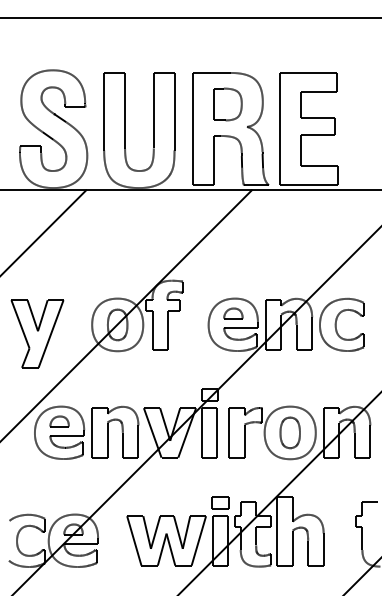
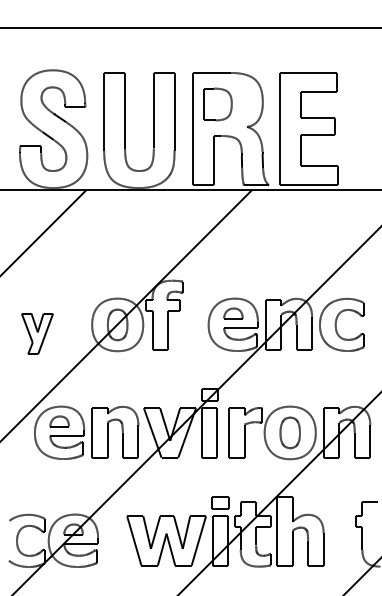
line at (190, 17) position: (190, 17) -> (190, 27)
part at (227, 104) position: (227, 104) -> (217, 104)
part at (37, 333) size: 55x70 px -> 33x42 px
